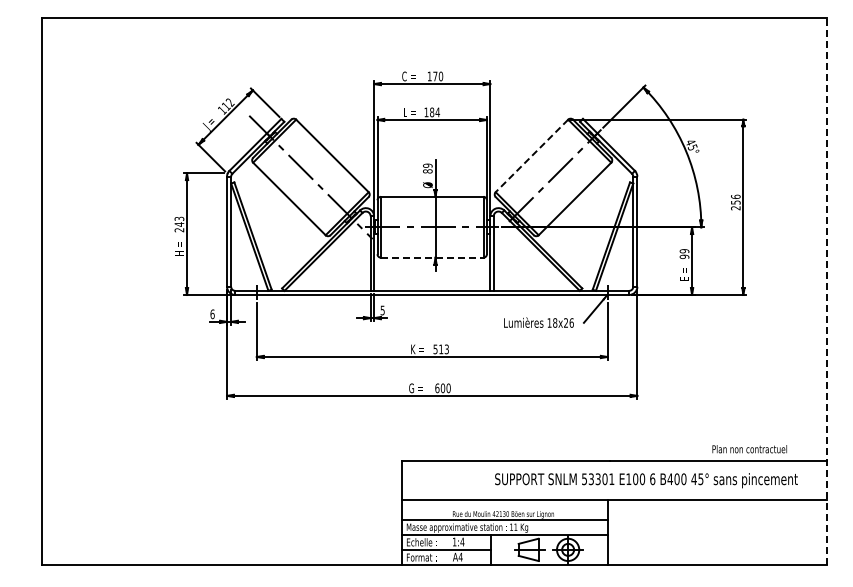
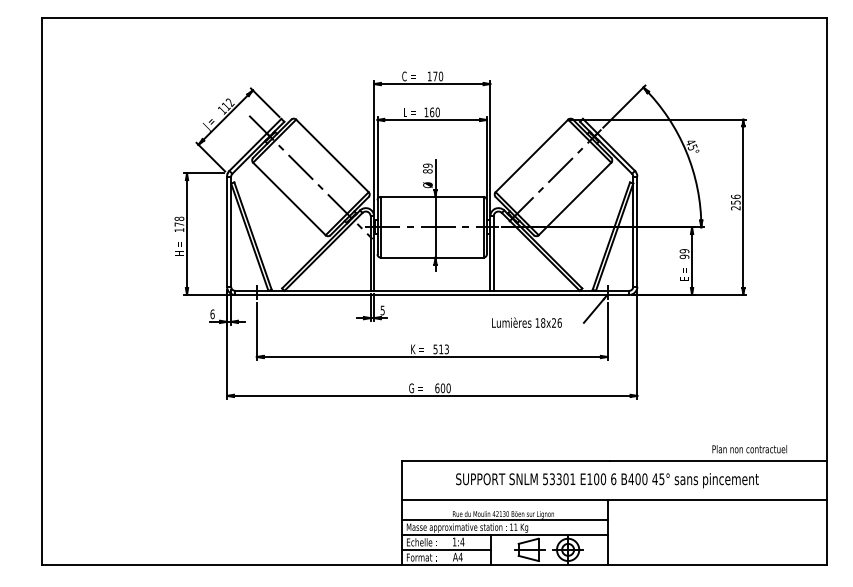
text at (435, 112): 184 -> 160
line at (531, 156): dashed -> solid
text at (179, 224): 243 -> 178
line at (432, 257): dashed -> solid
line at (827, 291): dashed -> solid
text at (538, 322) position: (538, 322) -> (526, 322)
text at (646, 480) position: (646, 480) -> (607, 480)
